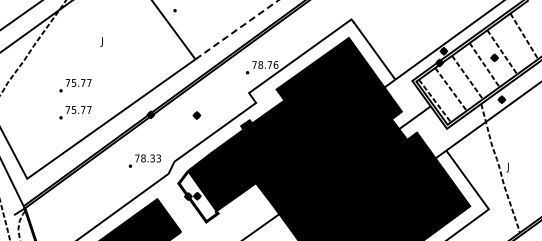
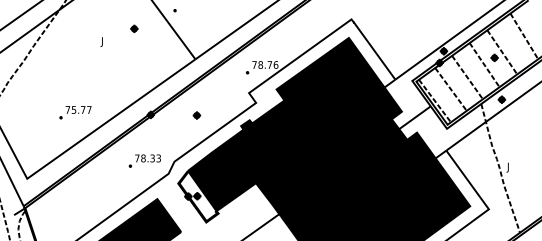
part at (134, 28): none -> present
line at (236, 29): dashed -> solid
part at (75, 85): present -> none
